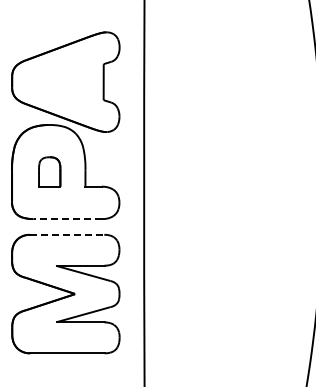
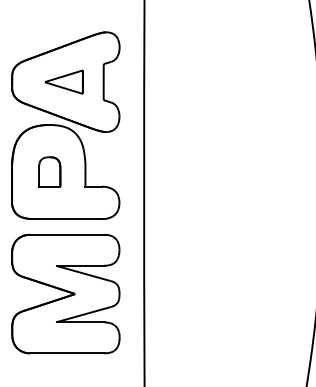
part at (63, 81): none -> present
line at (67, 219): dashed -> solid
line at (67, 234): dashed -> solid
